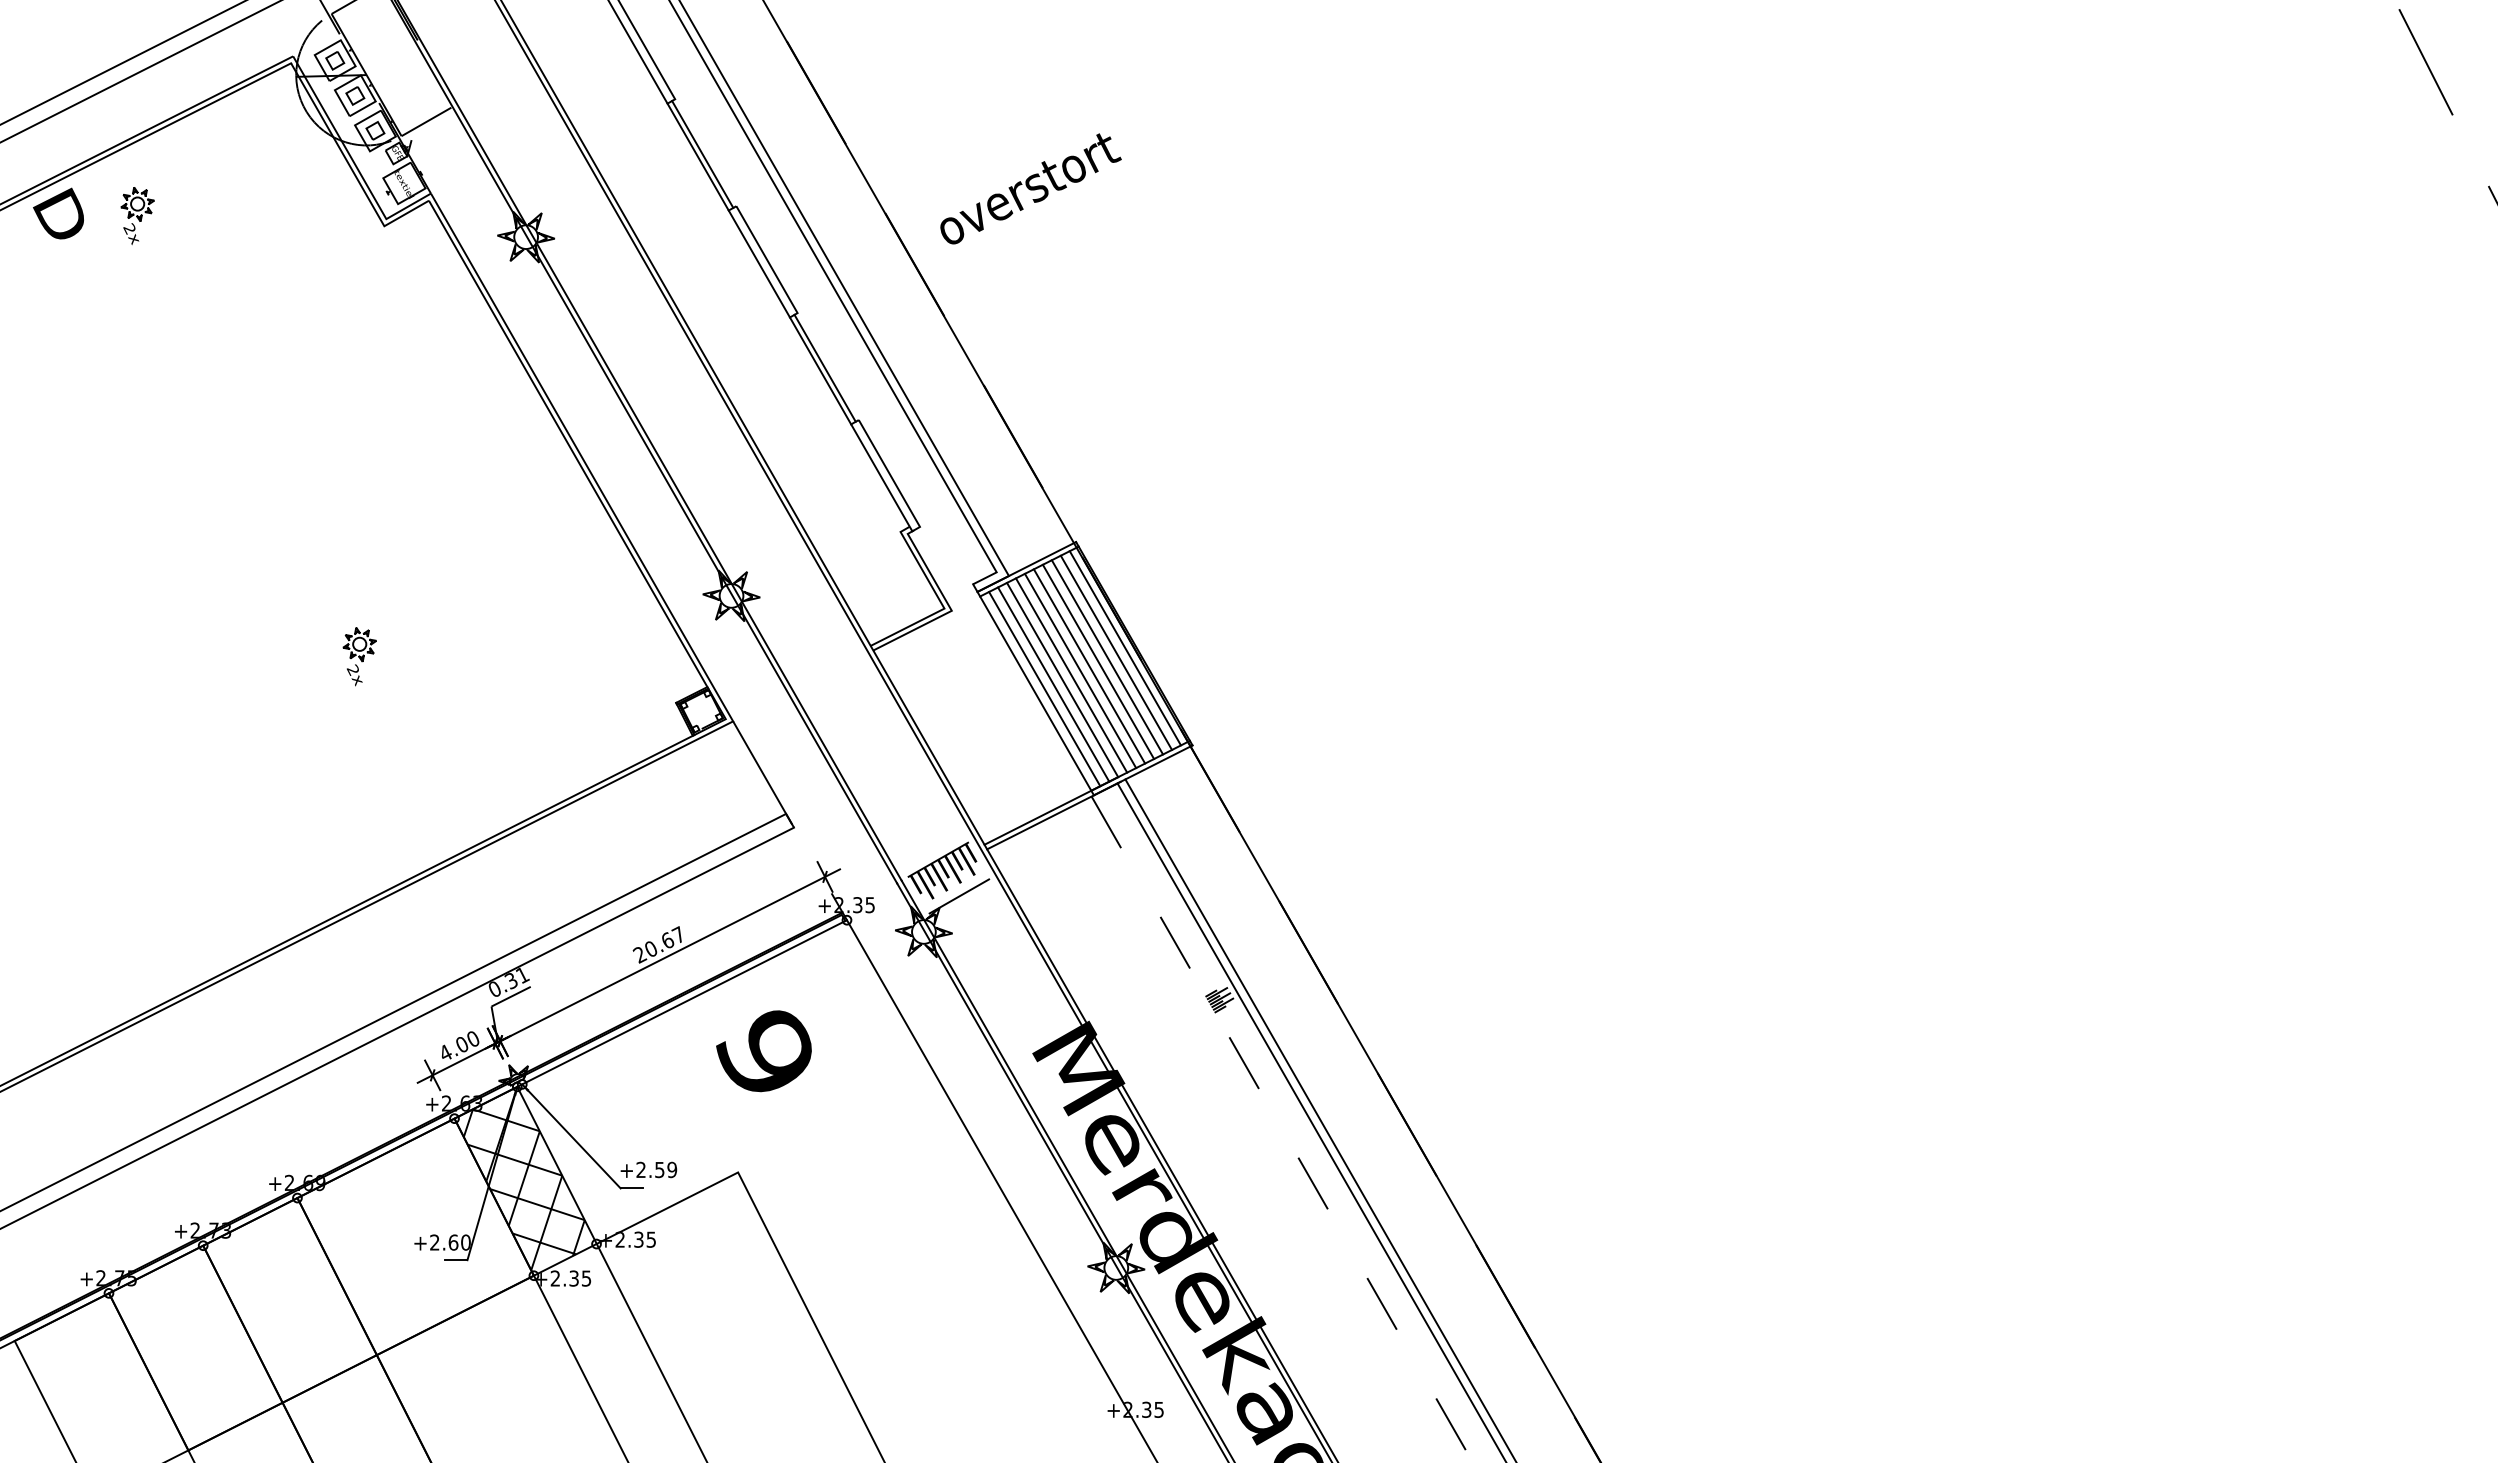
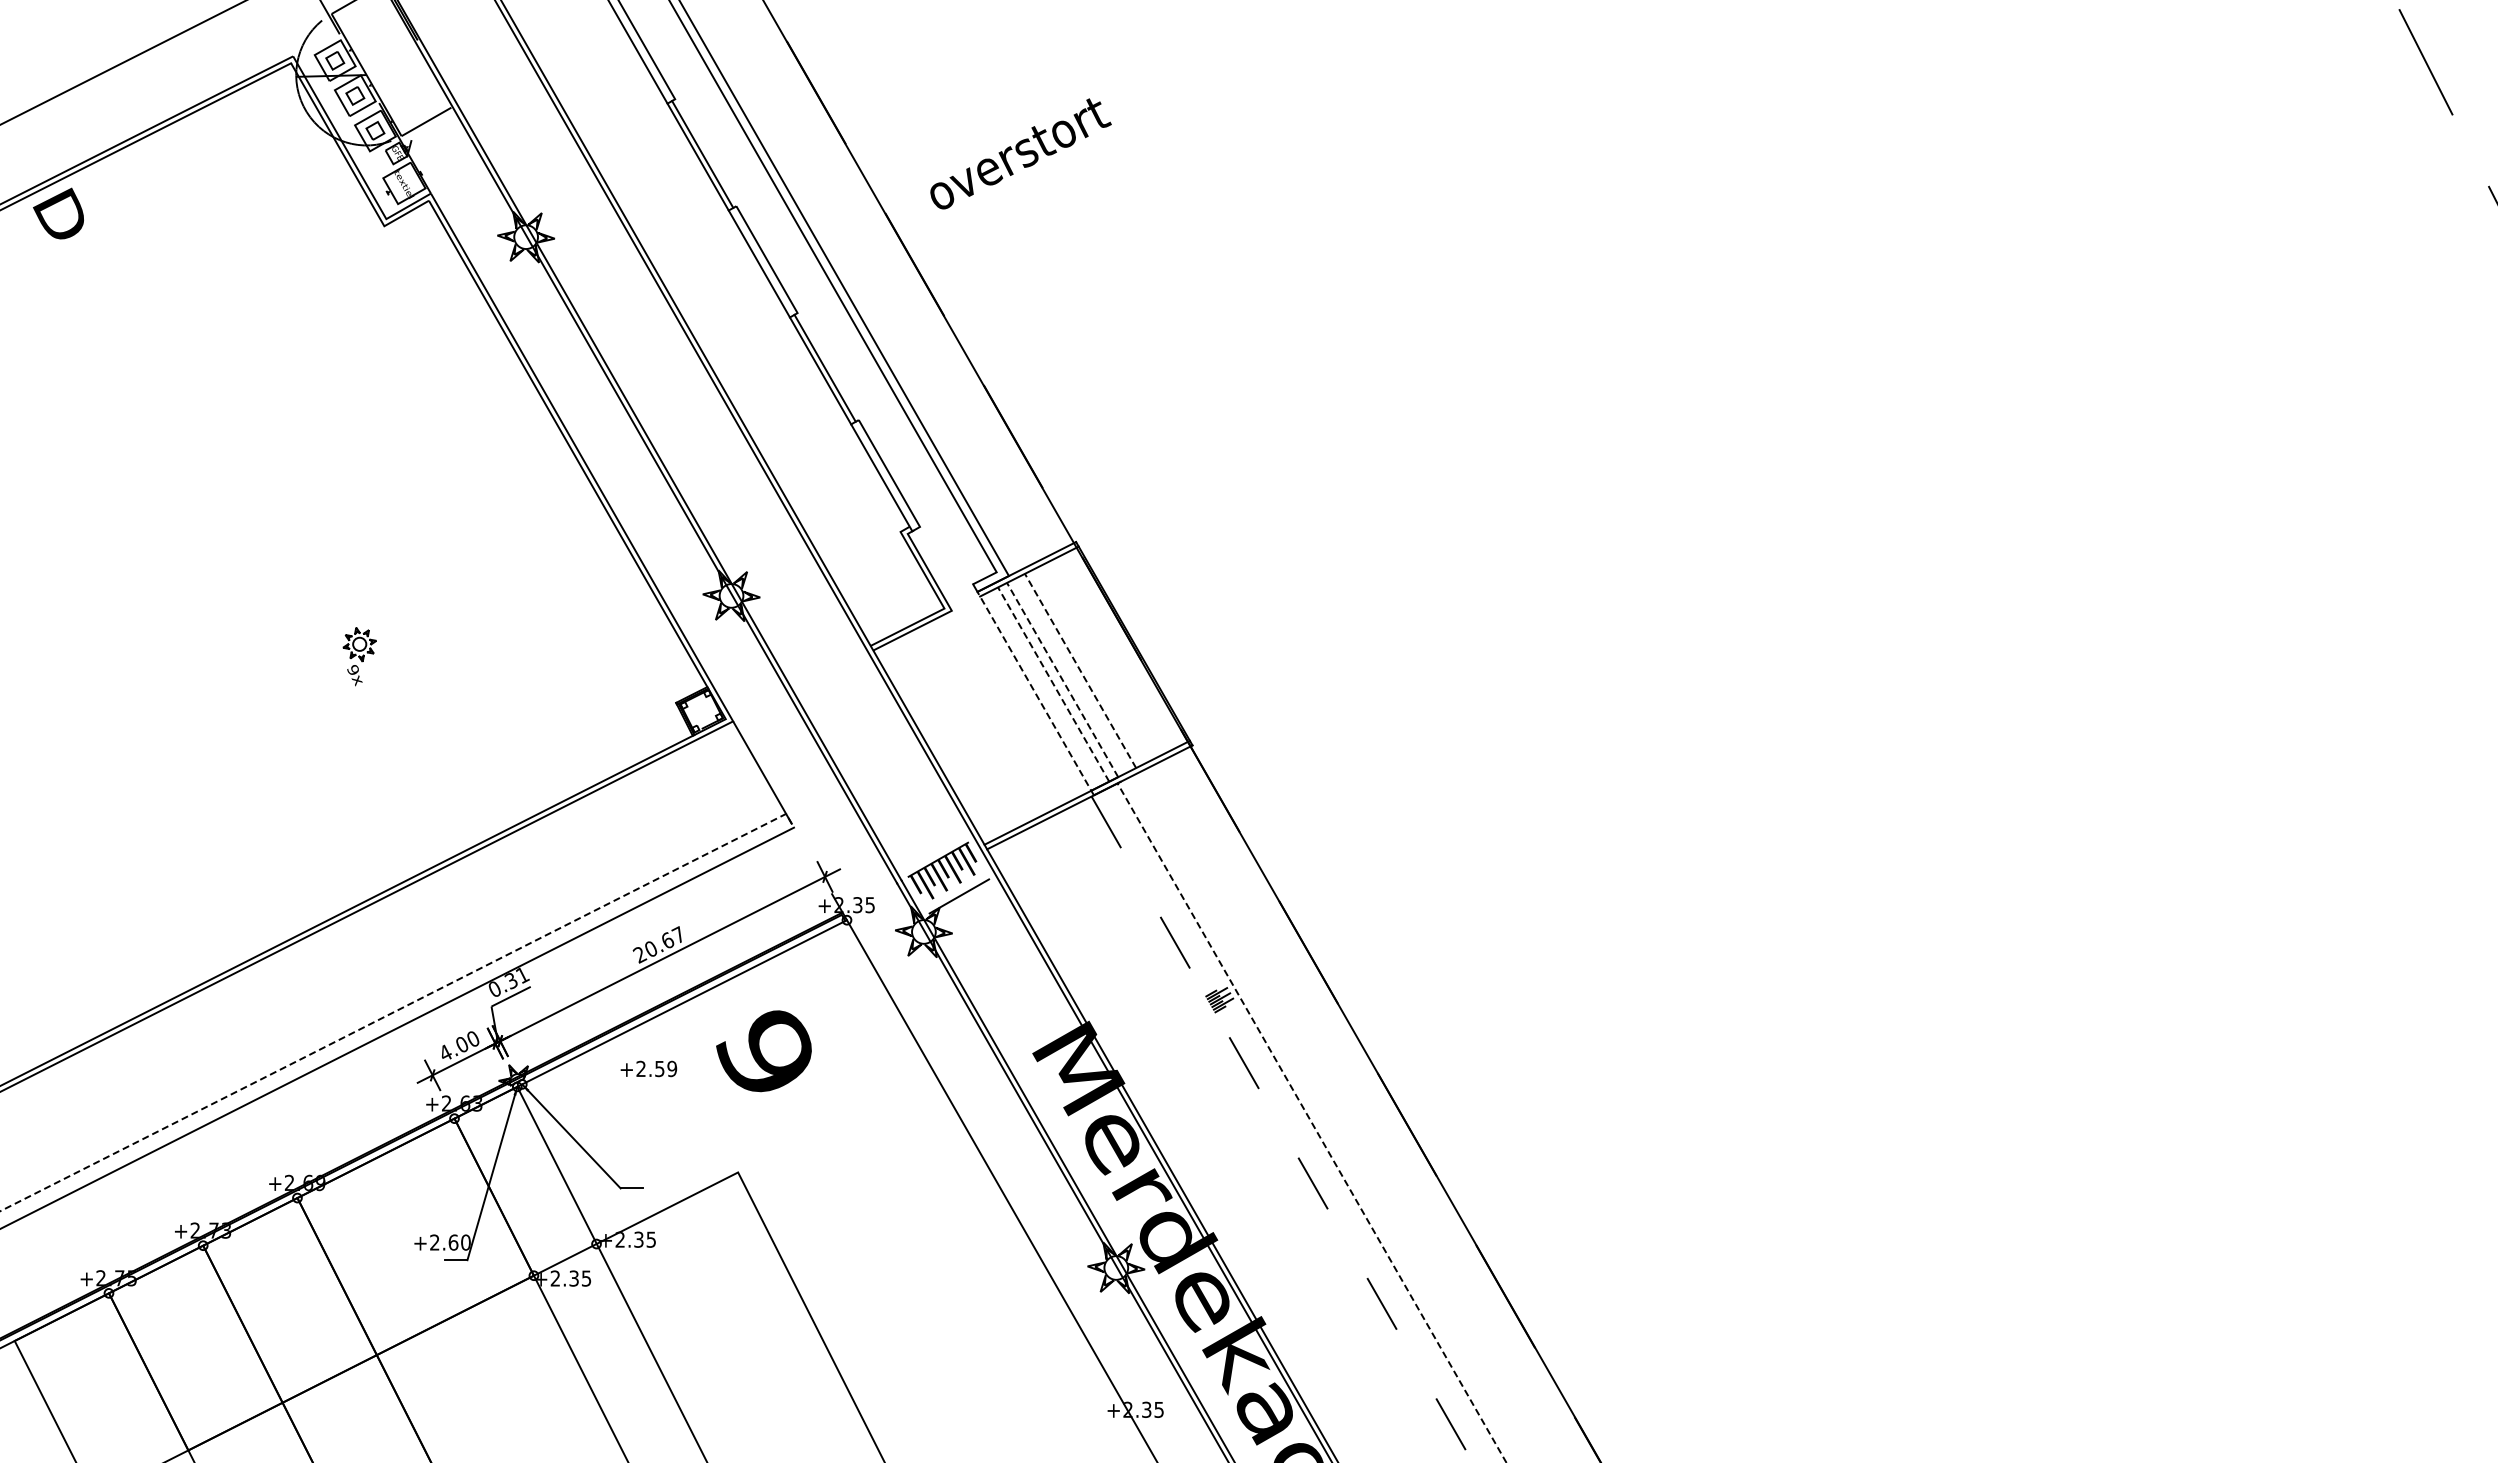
line at (139, 71): present -> none
text at (1030, 188) position: (1030, 188) -> (1020, 153)
part at (137, 216): present -> none
line at (1124, 648): present -> none
line at (1116, 652): present -> none
line at (1107, 657): present -> none
line at (1098, 661): present -> none
line at (1089, 666): present -> none
text at (351, 669): 2x -> 9x
line at (1080, 670): solid -> dashed
line at (1071, 675): present -> none
line at (1062, 680): solid -> dashed
line at (1053, 684): solid -> dashed
line at (1044, 688): present -> none
line at (1035, 693): solid -> dashed
line at (400, 1008): solid -> dashed
line at (1319, 1119): present -> none
line at (1311, 1122): solid -> dashed
text at (648, 1169) position: (648, 1169) -> (648, 1068)
hatch at (523, 1178): present -> none
